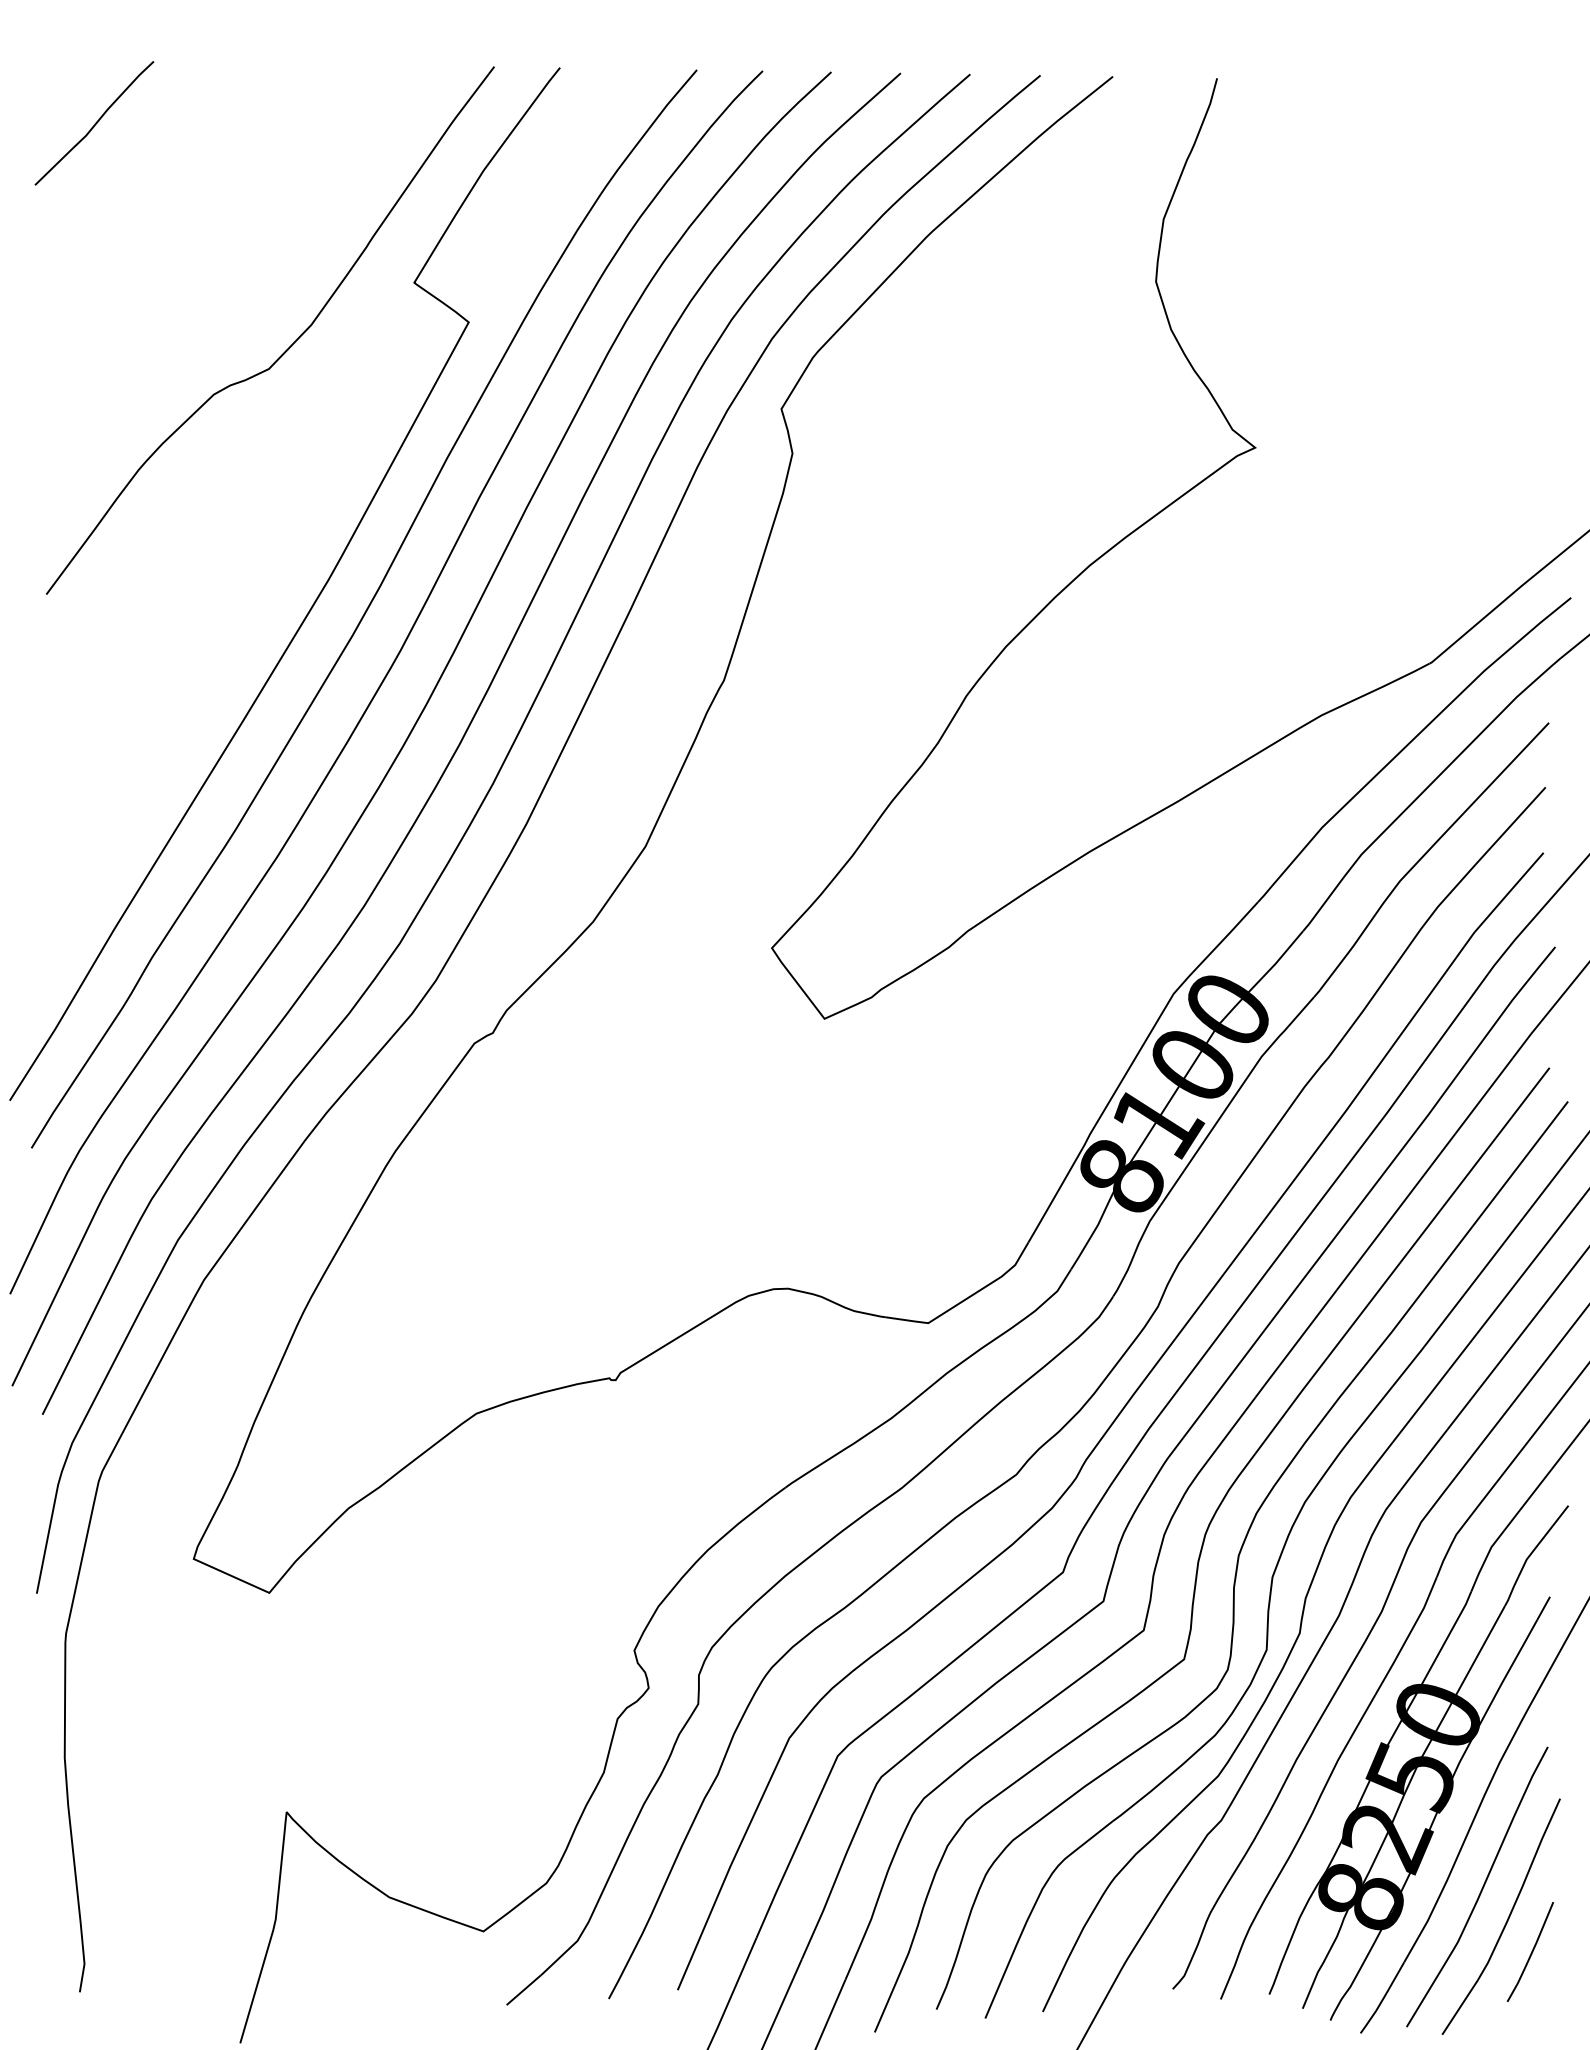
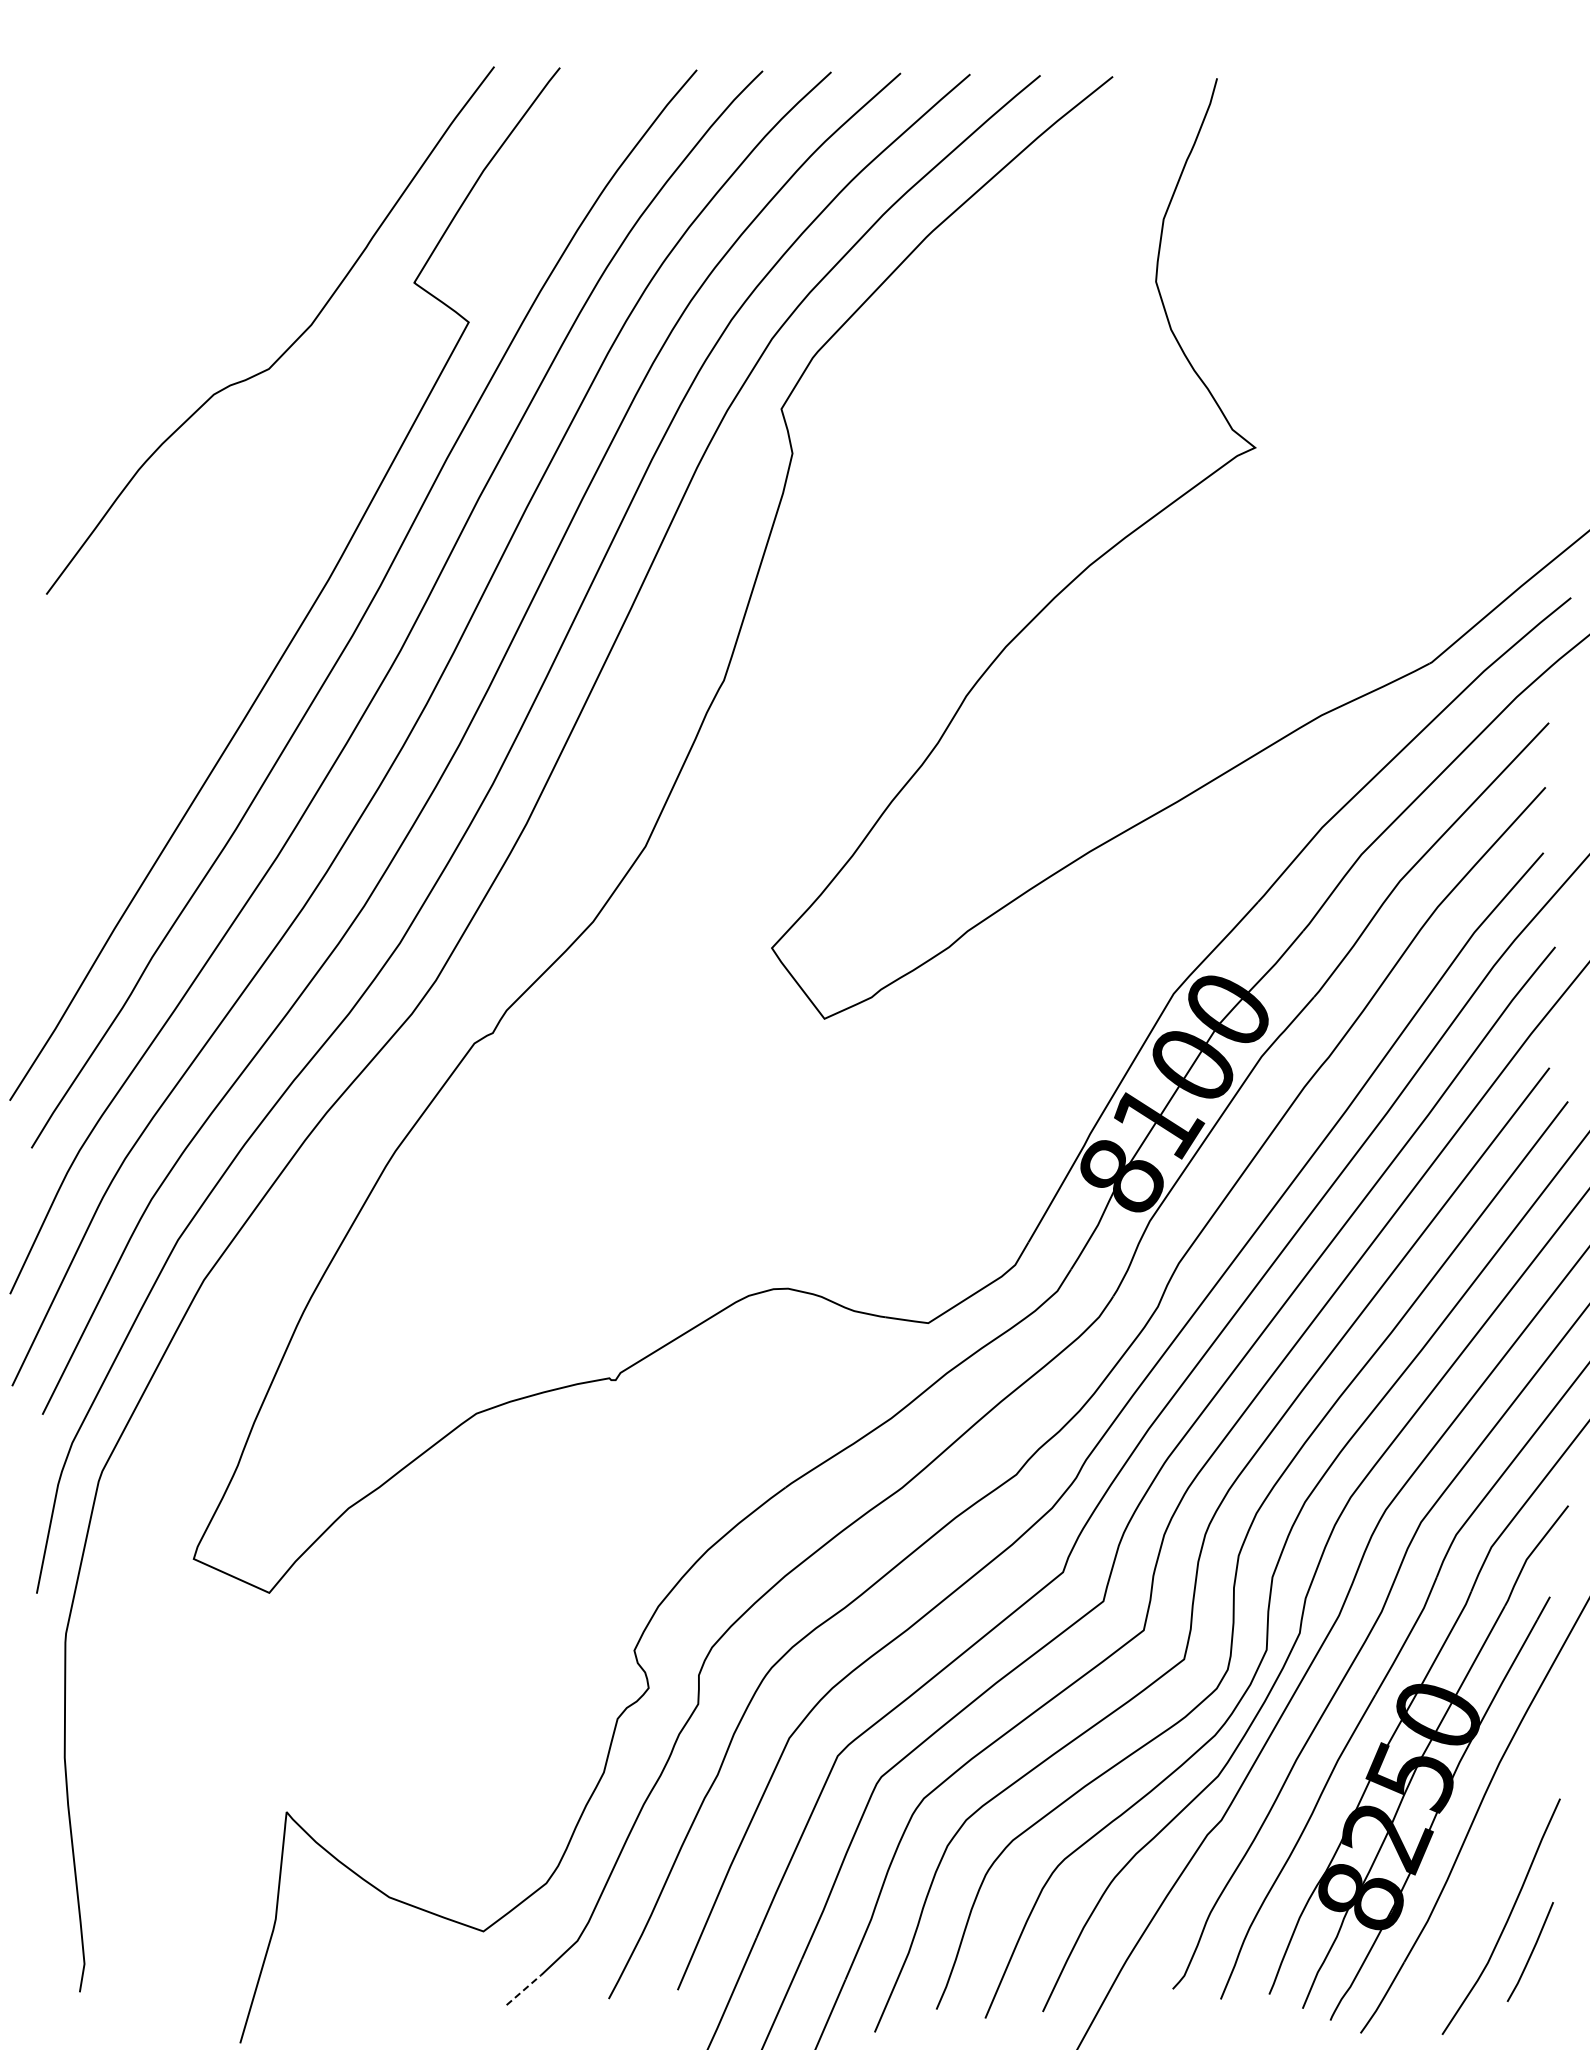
curve at (94, 123): present -> none
curve at (1481, 1888): present -> none
line at (523, 1990): solid -> dashed
